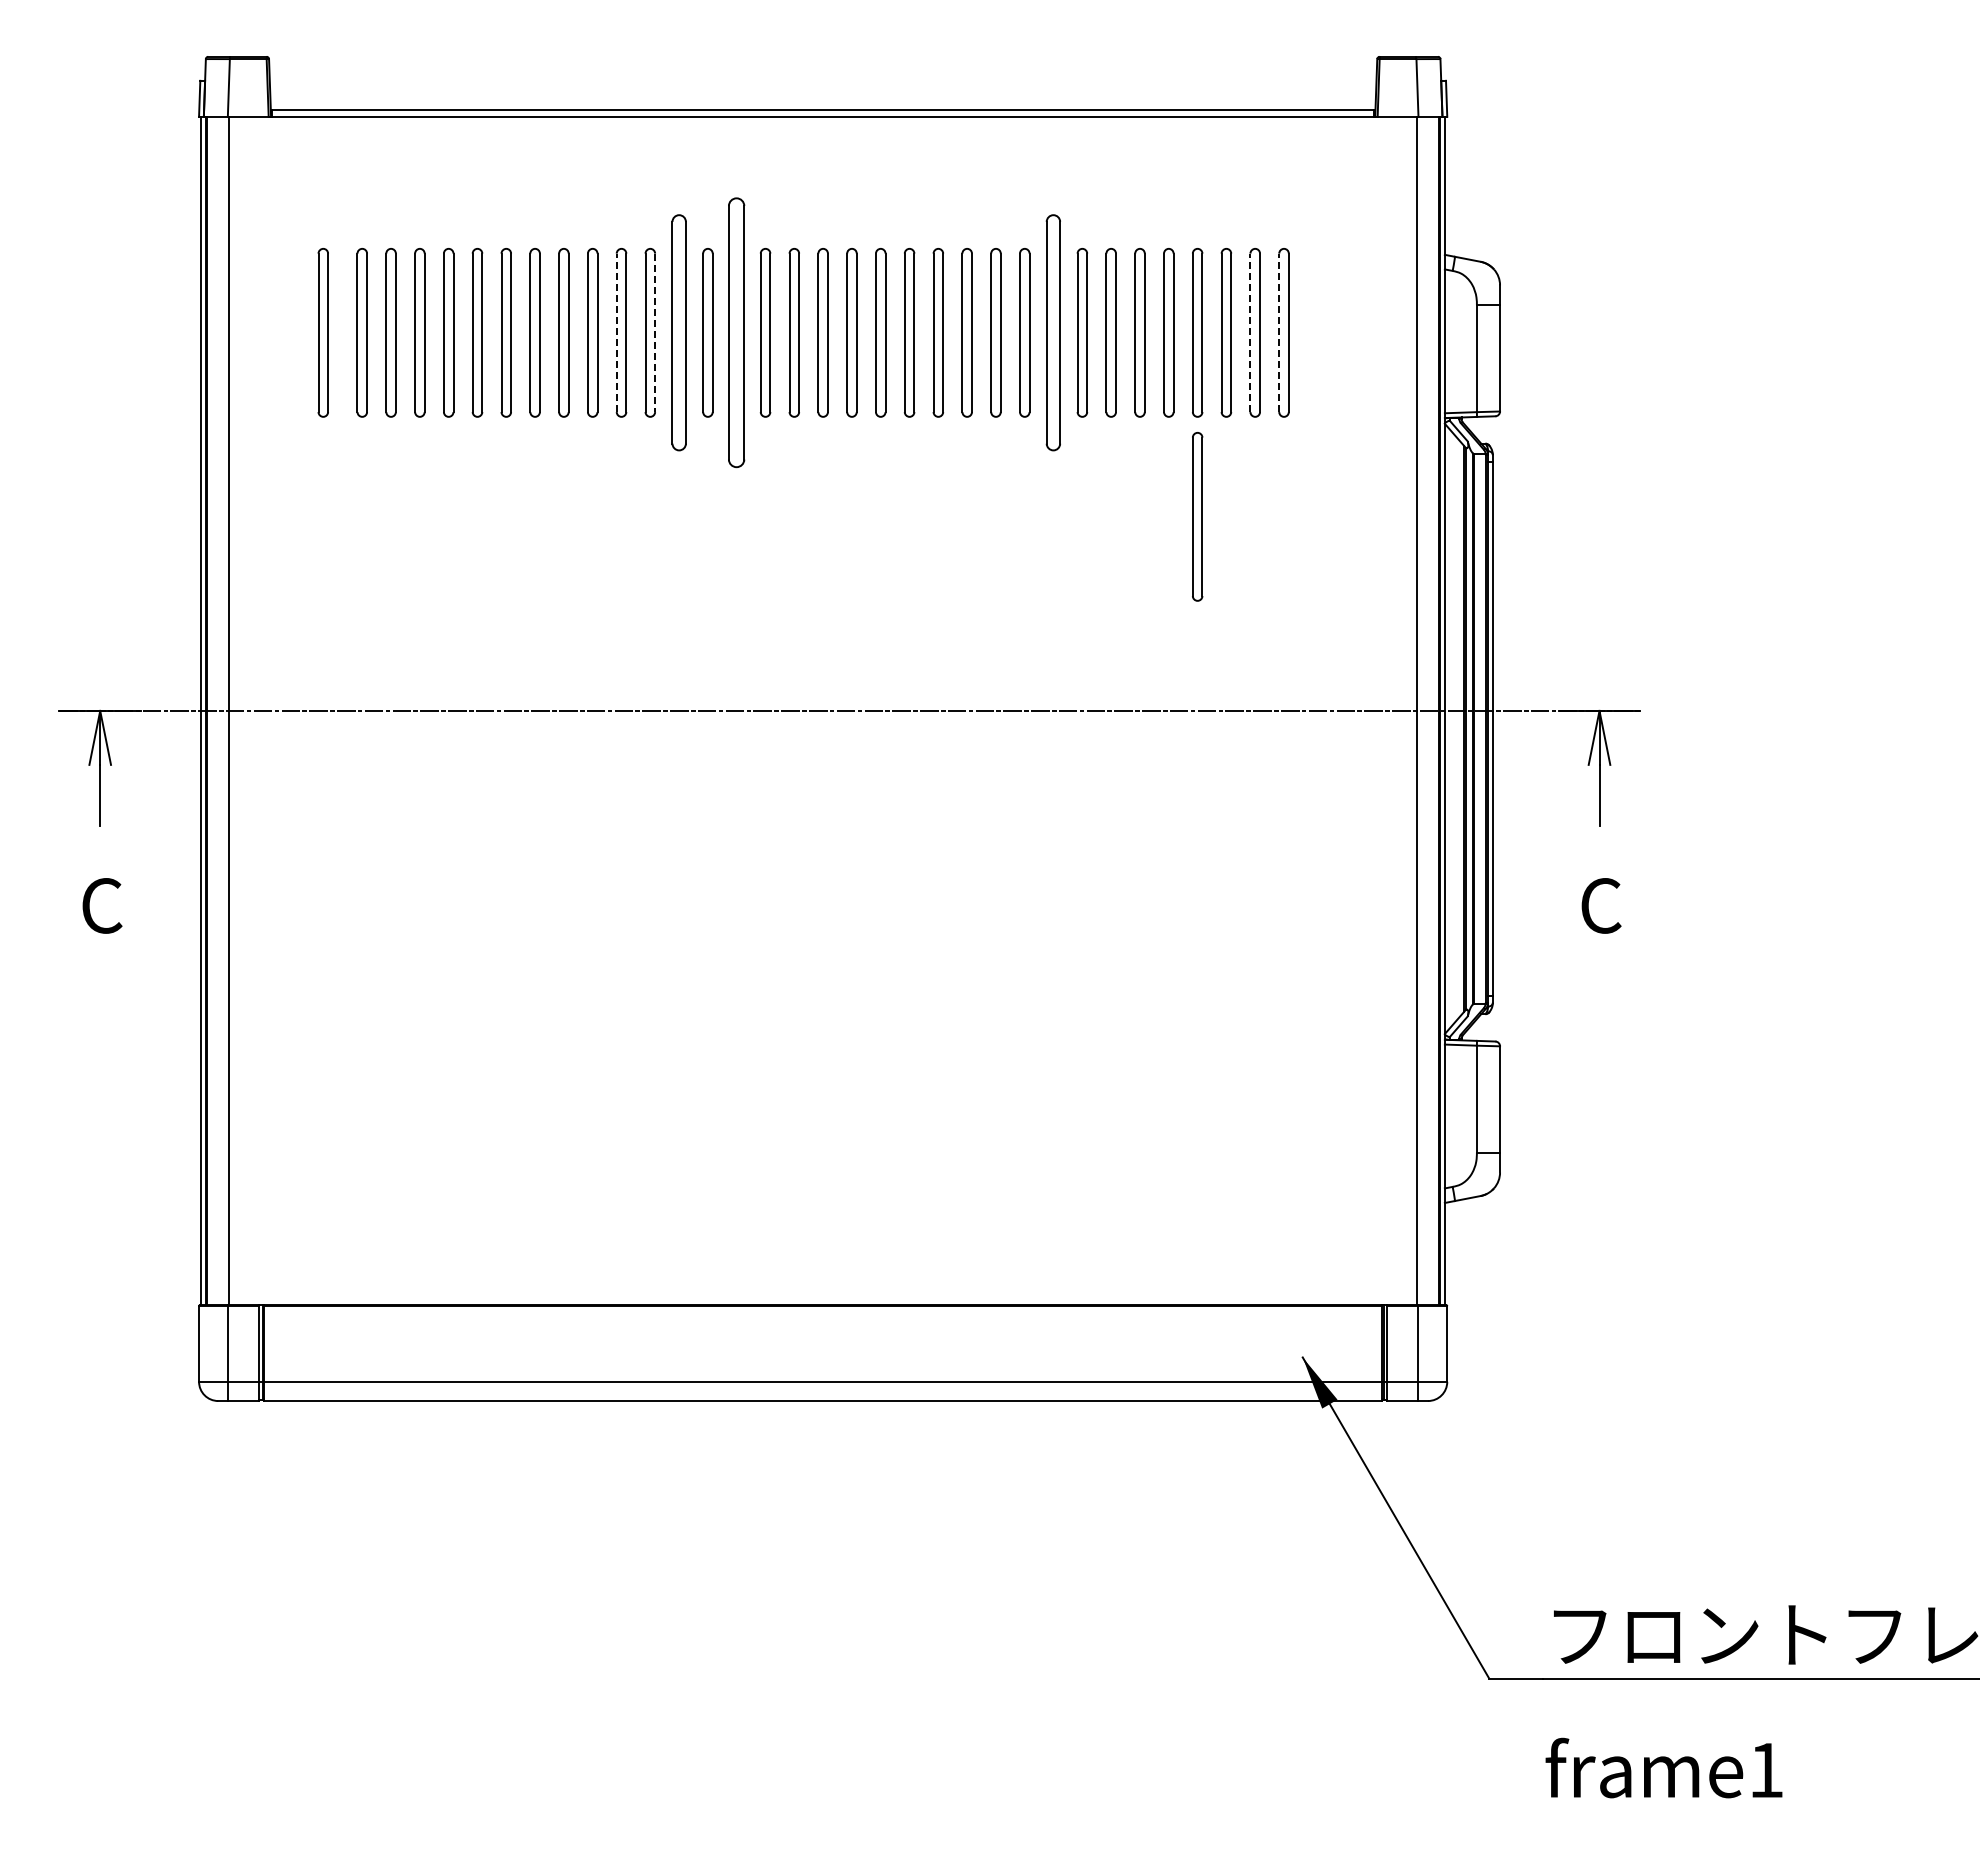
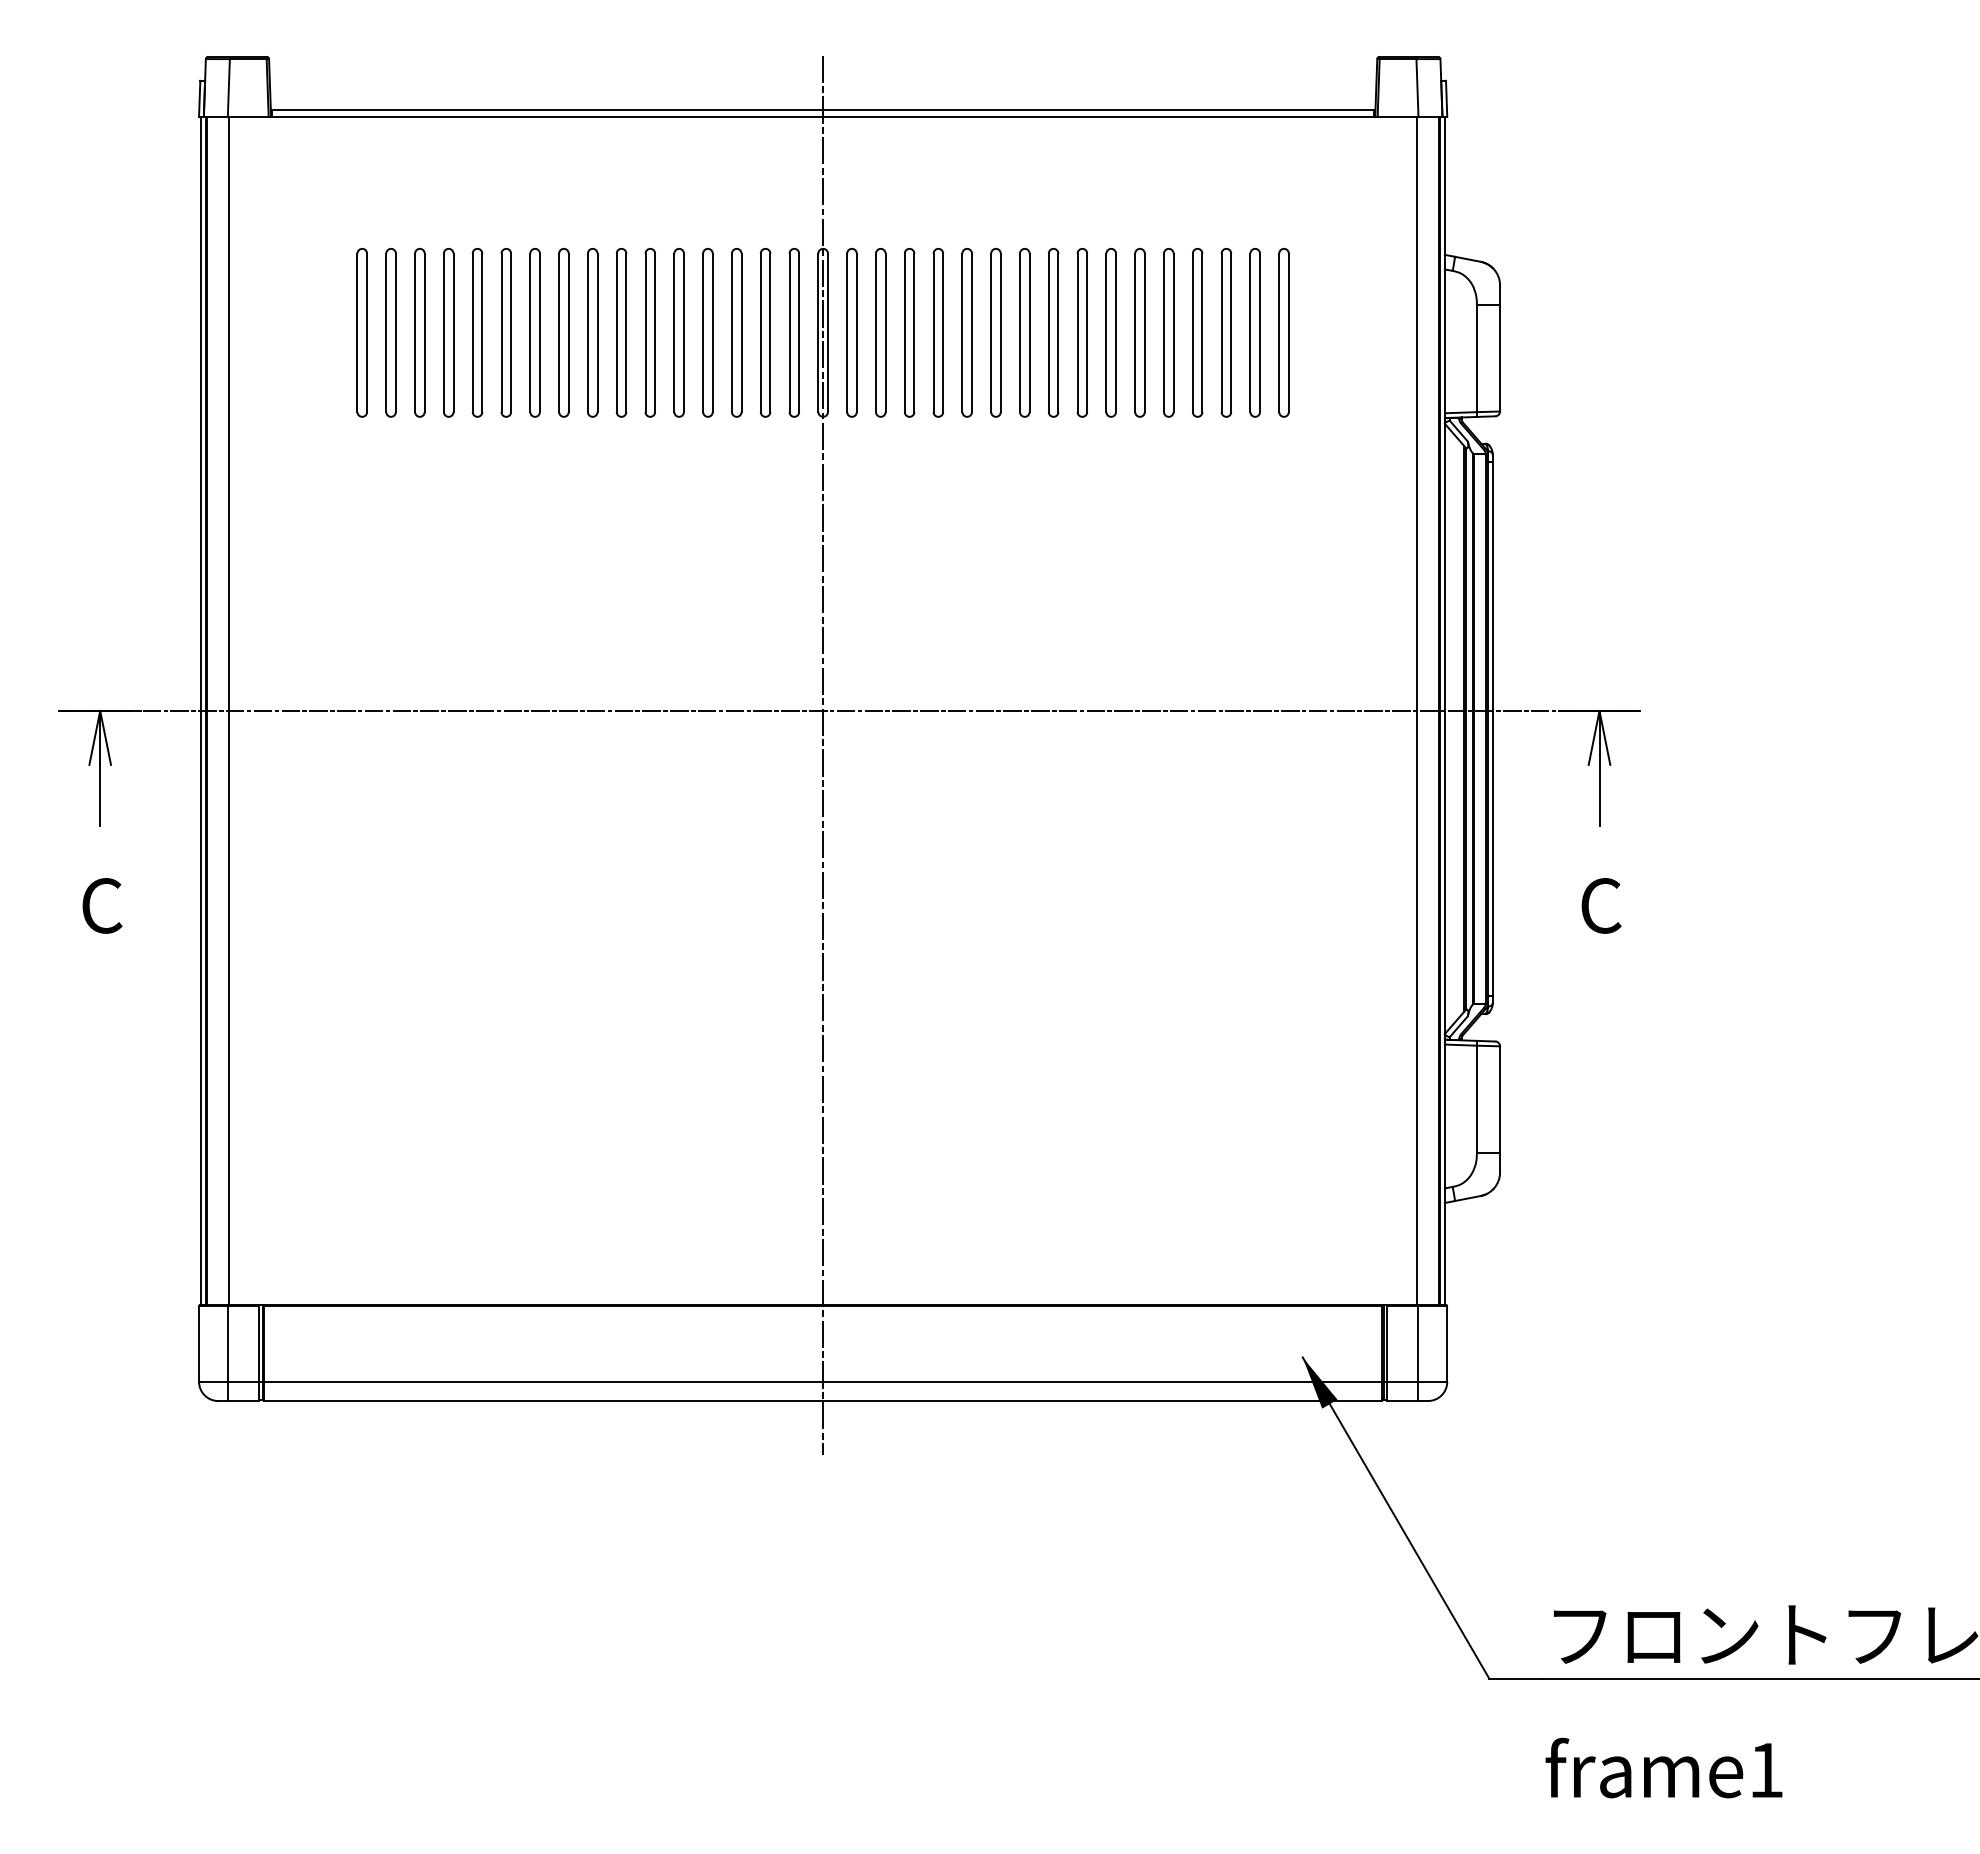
part at (322, 332): present -> none
line at (616, 332): dashed -> solid
part at (678, 332) size: 16x238 px -> 12x170 px
part at (736, 332) size: 18x272 px -> 12x170 px
part at (1052, 332) size: 16x238 px -> 12x170 px
line at (1250, 332): dashed -> solid
line at (1279, 332): dashed -> solid
line at (655, 333): dashed -> solid
part at (1197, 516): present -> none
line at (823, 755): none -> present
